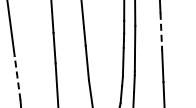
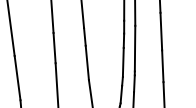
line at (161, 31): dashed -> solid
line at (17, 77): dashed -> solid
